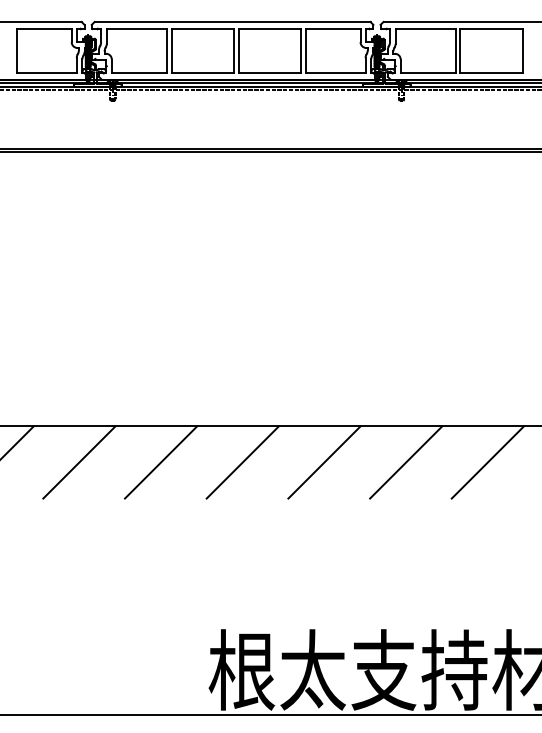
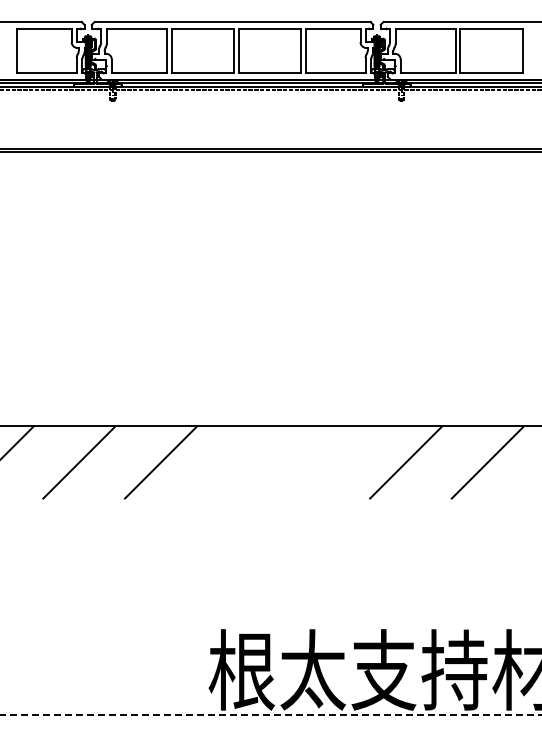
line at (242, 462): present -> none
line at (324, 462): present -> none
line at (271, 715): solid -> dashed
